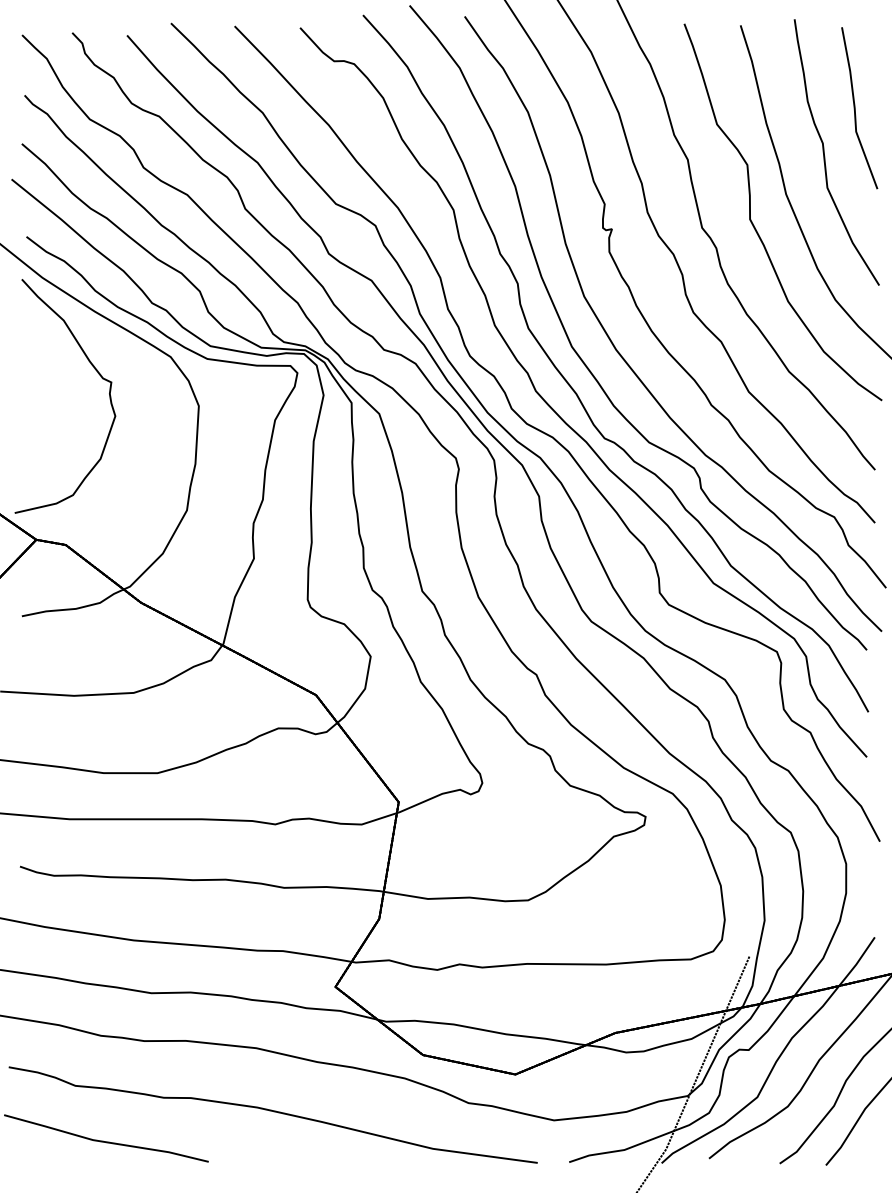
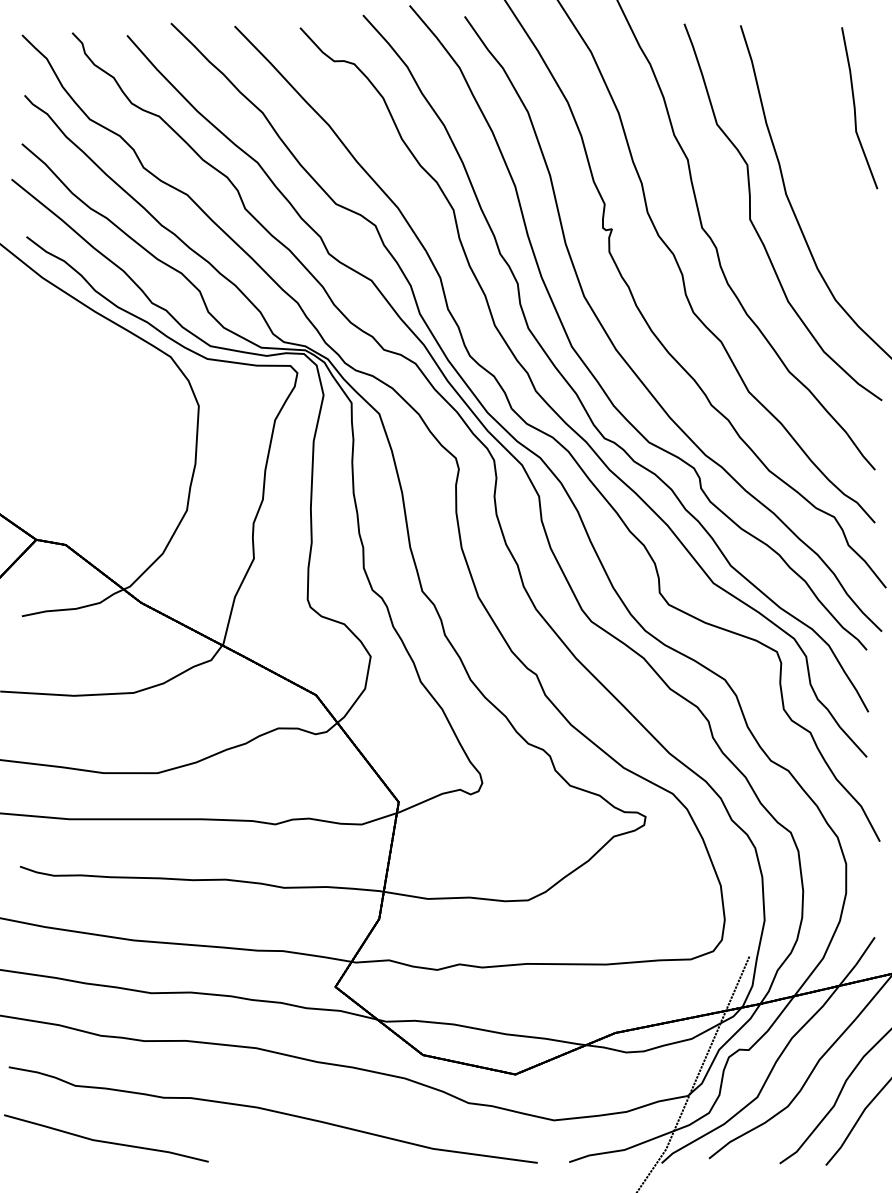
part at (825, 156): present -> none
curve at (94, 369): present -> none
